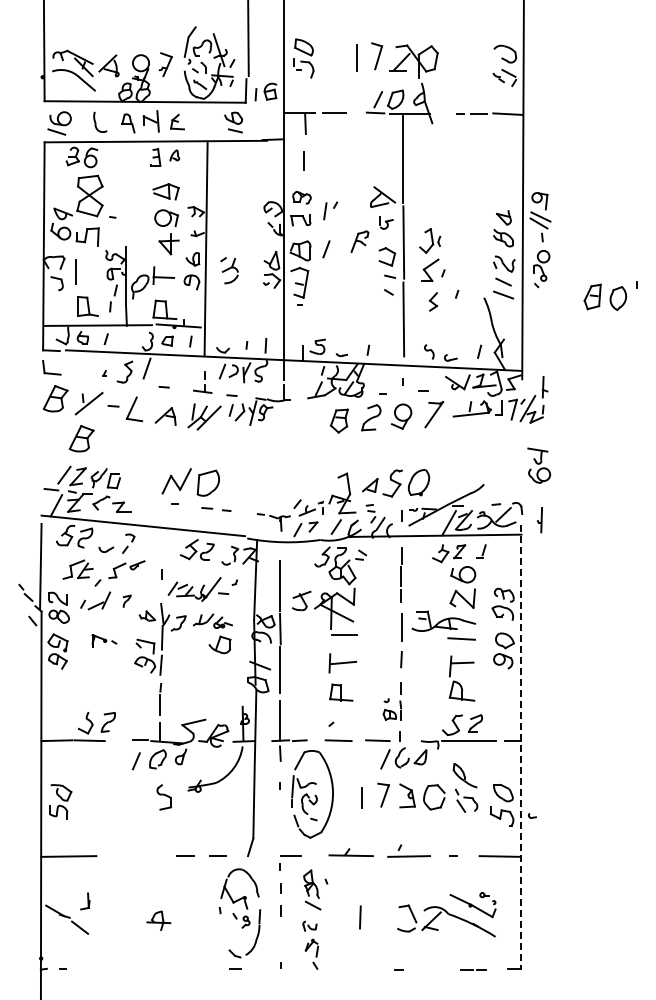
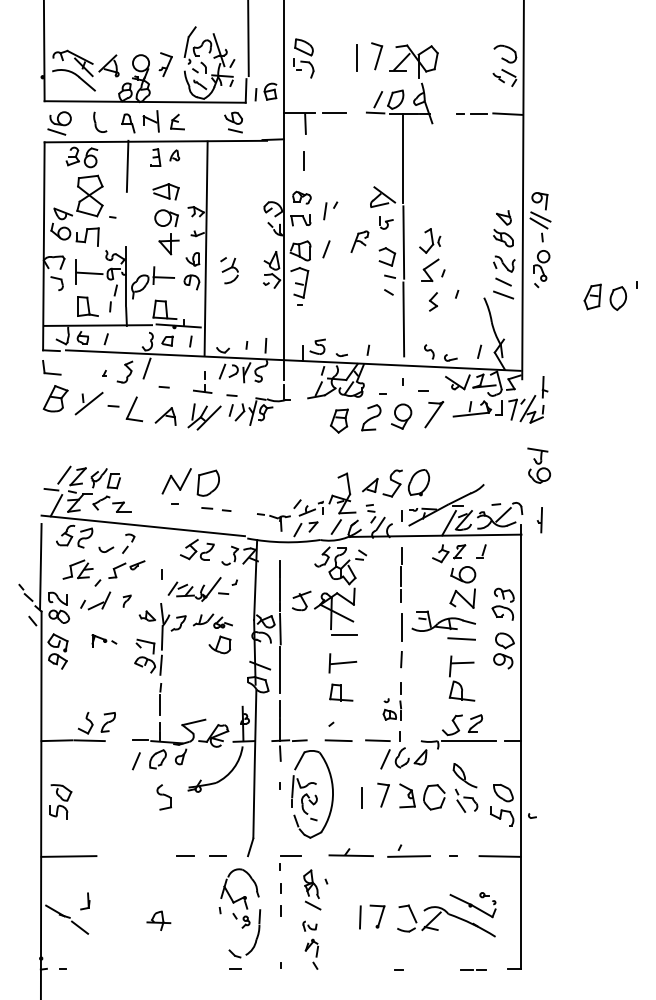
line at (127, 165): none -> present
line at (89, 273): none -> present
part at (81, 438): present -> none
line at (521, 747): dashed -> solid
part at (377, 916): none -> present
